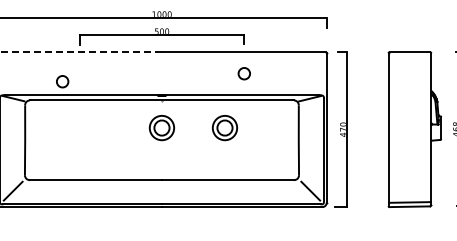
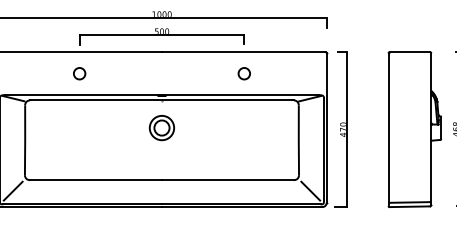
line at (81, 52): dashed -> solid
circle at (62, 81) position: (62, 81) -> (79, 73)
part at (224, 128): present -> none
